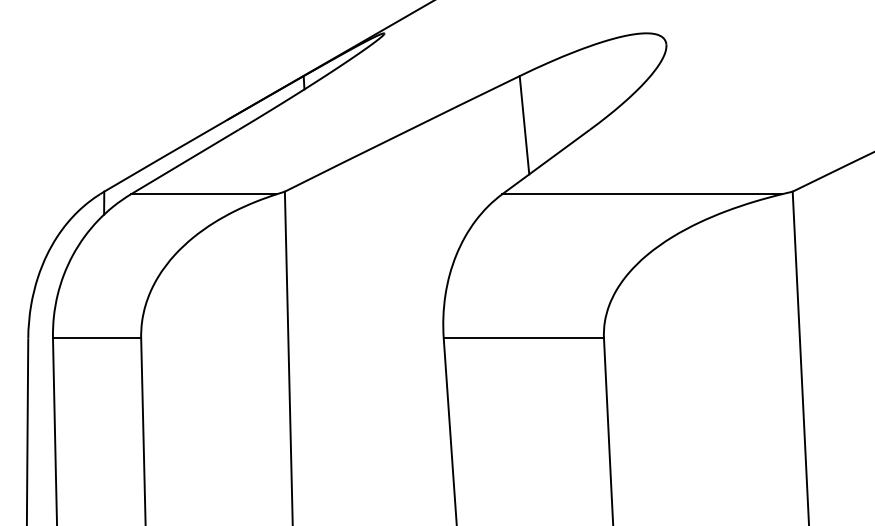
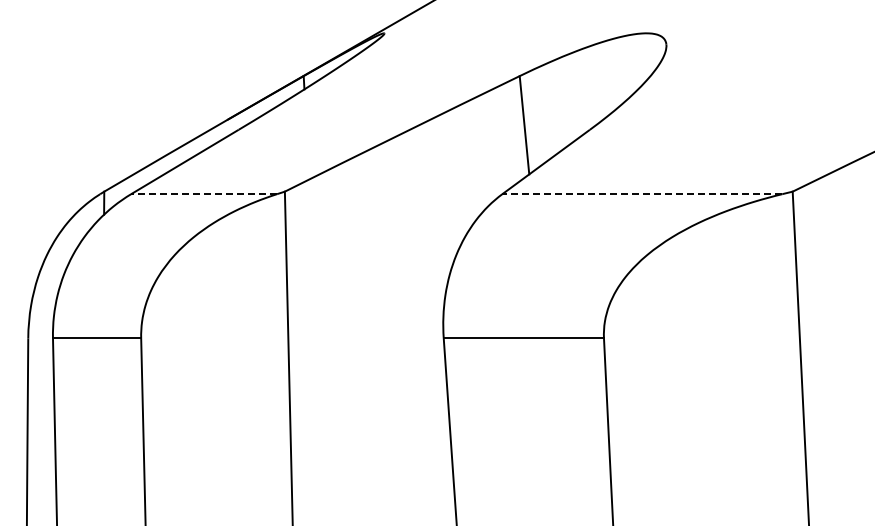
line at (204, 194): solid -> dashed
line at (642, 194): solid -> dashed
